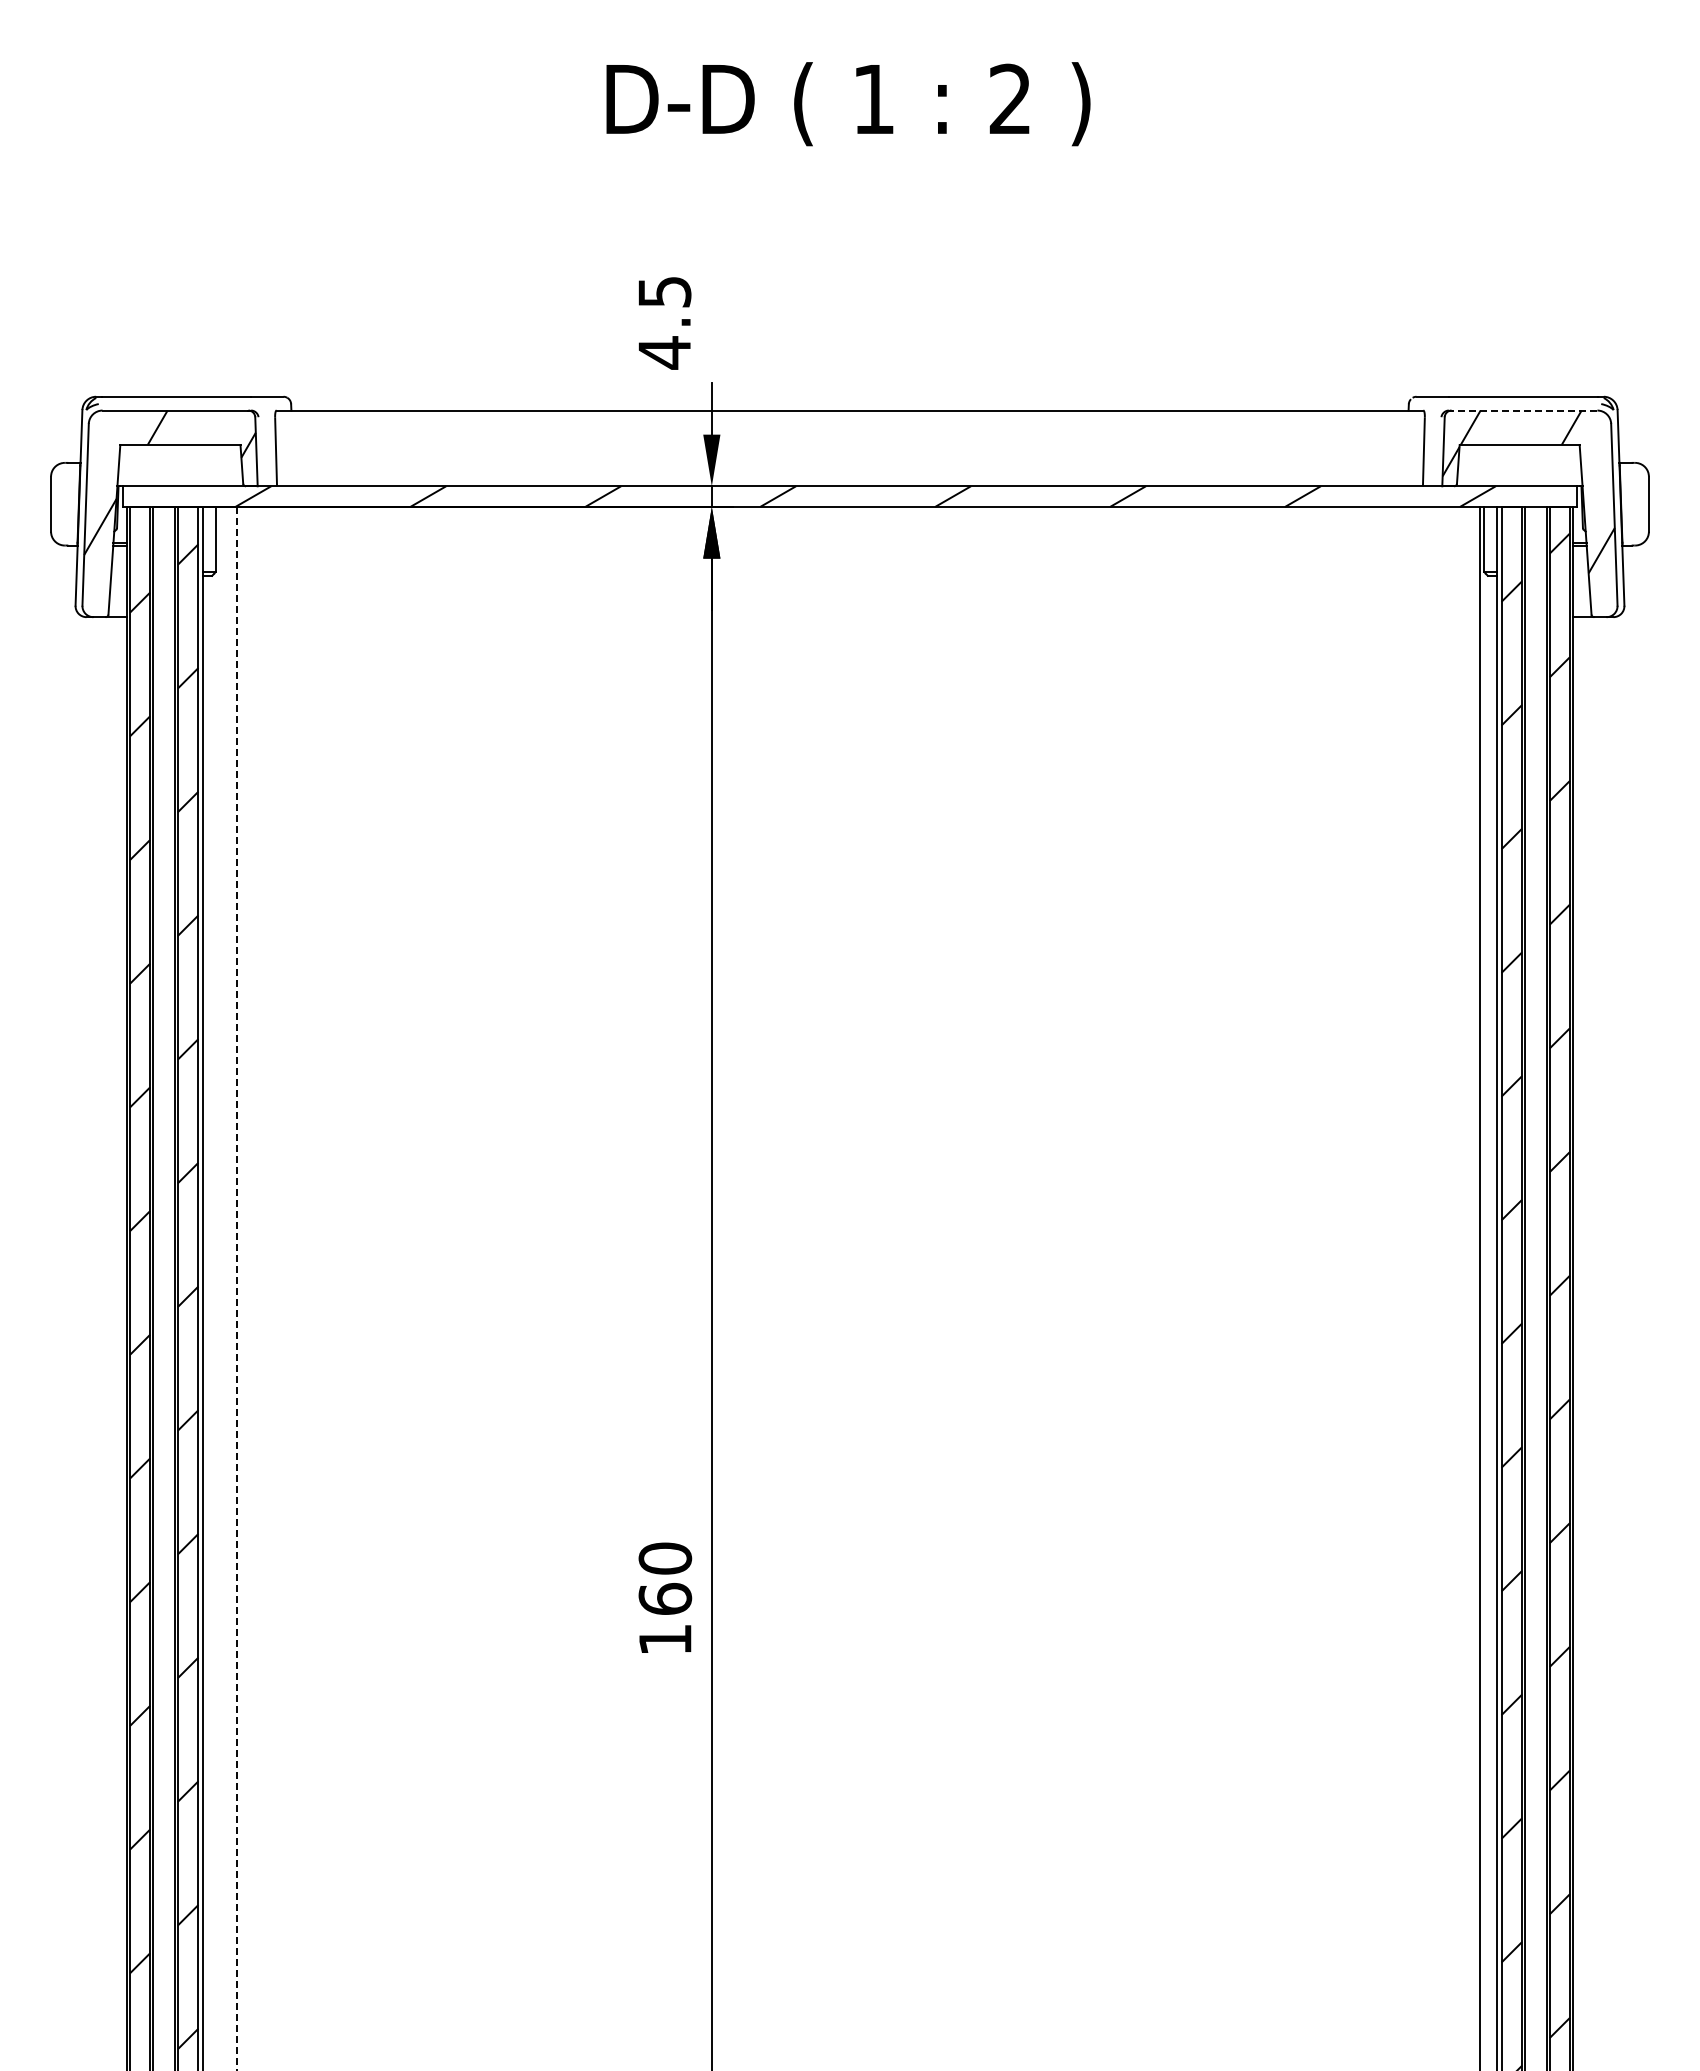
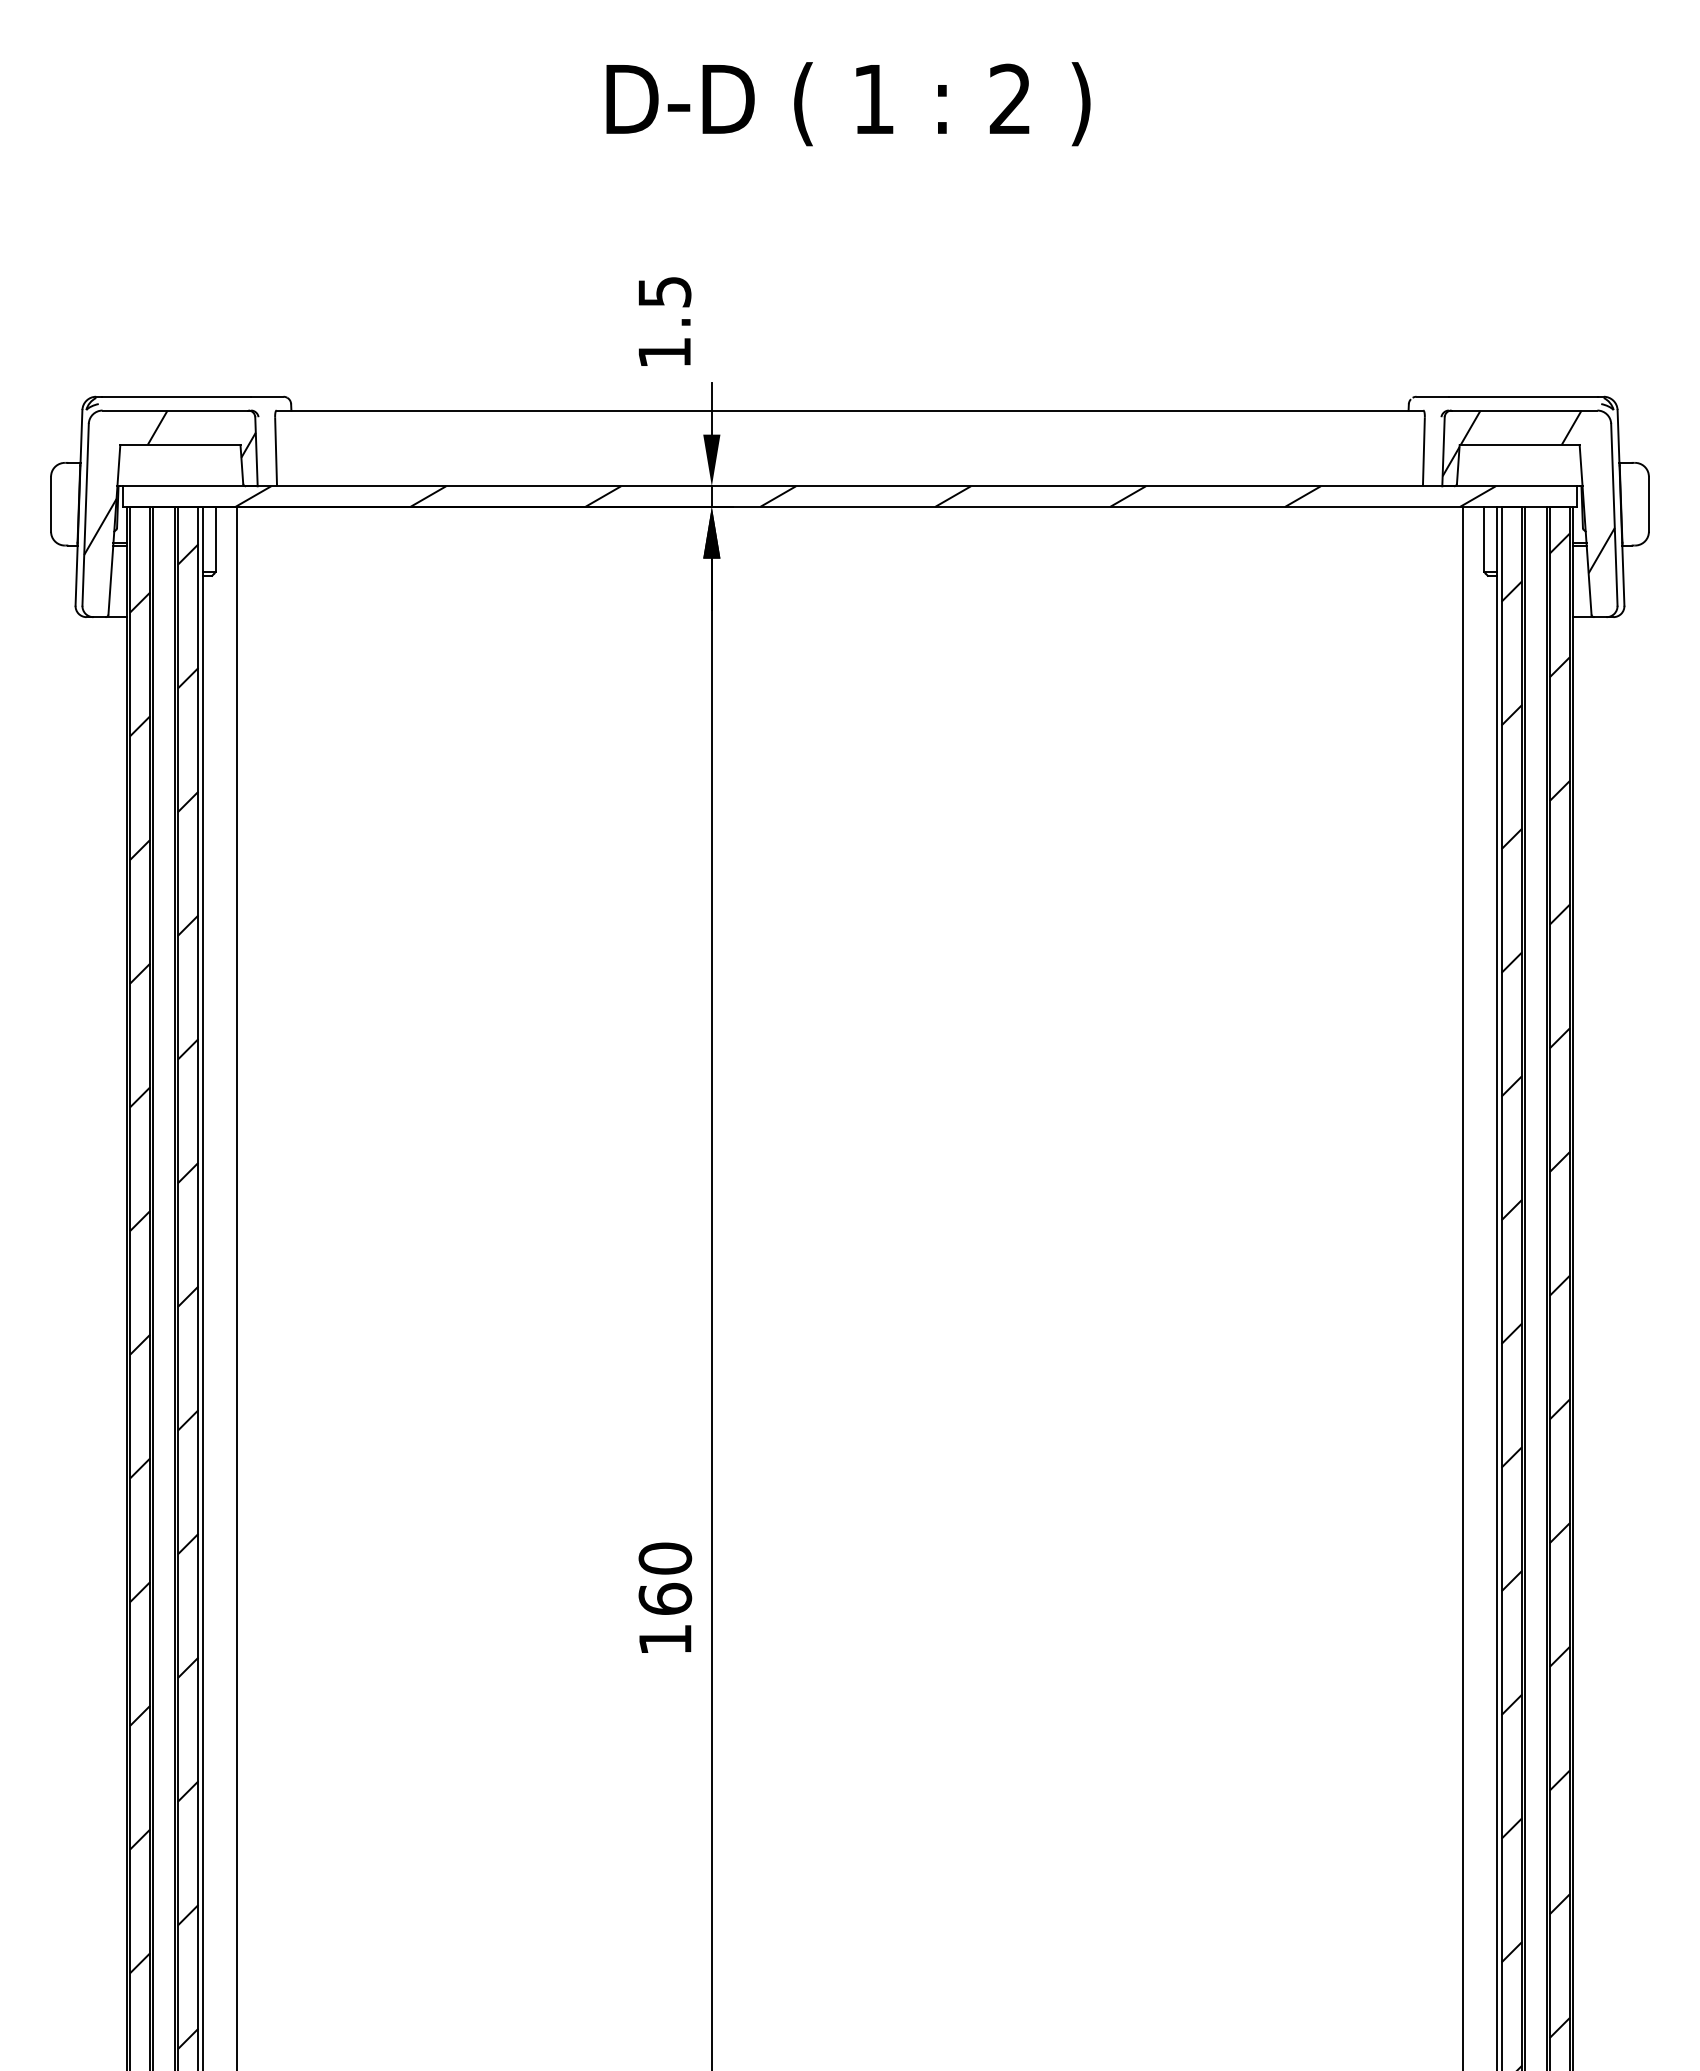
text at (664, 352): 4.5 -> 1.5
line at (1524, 410): dashed -> solid
line at (1479, 1286) position: (1479, 1286) -> (1462, 1286)
line at (237, 1288): dashed -> solid
